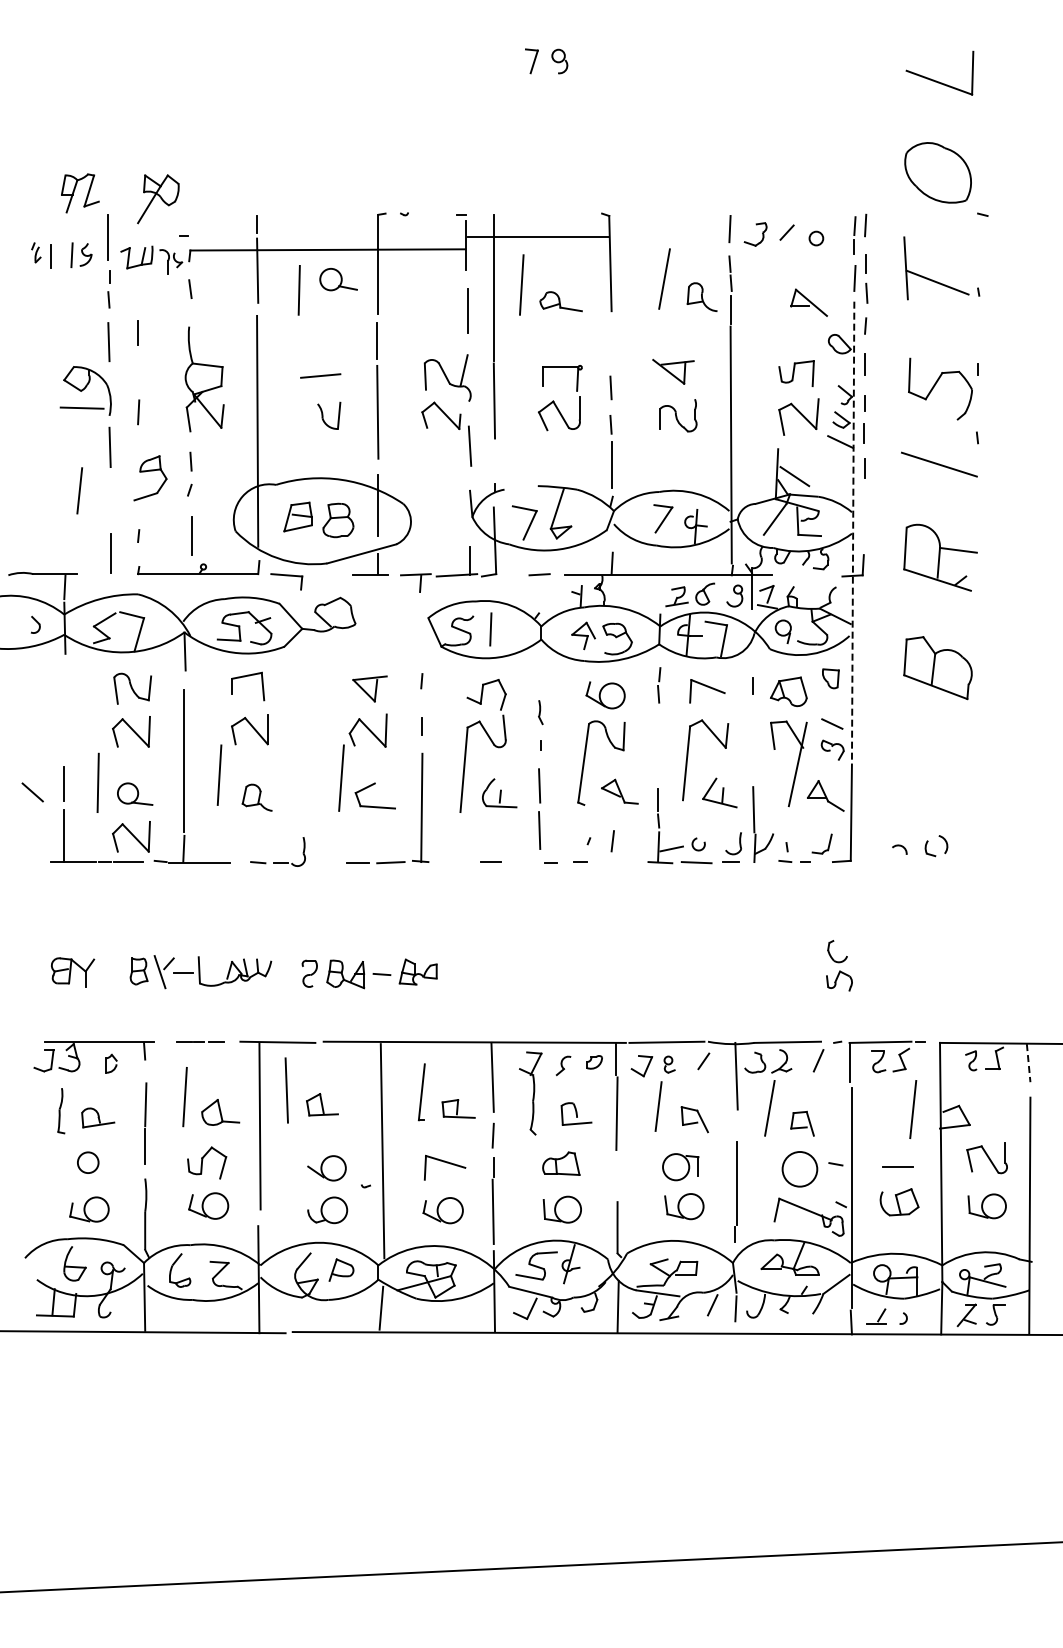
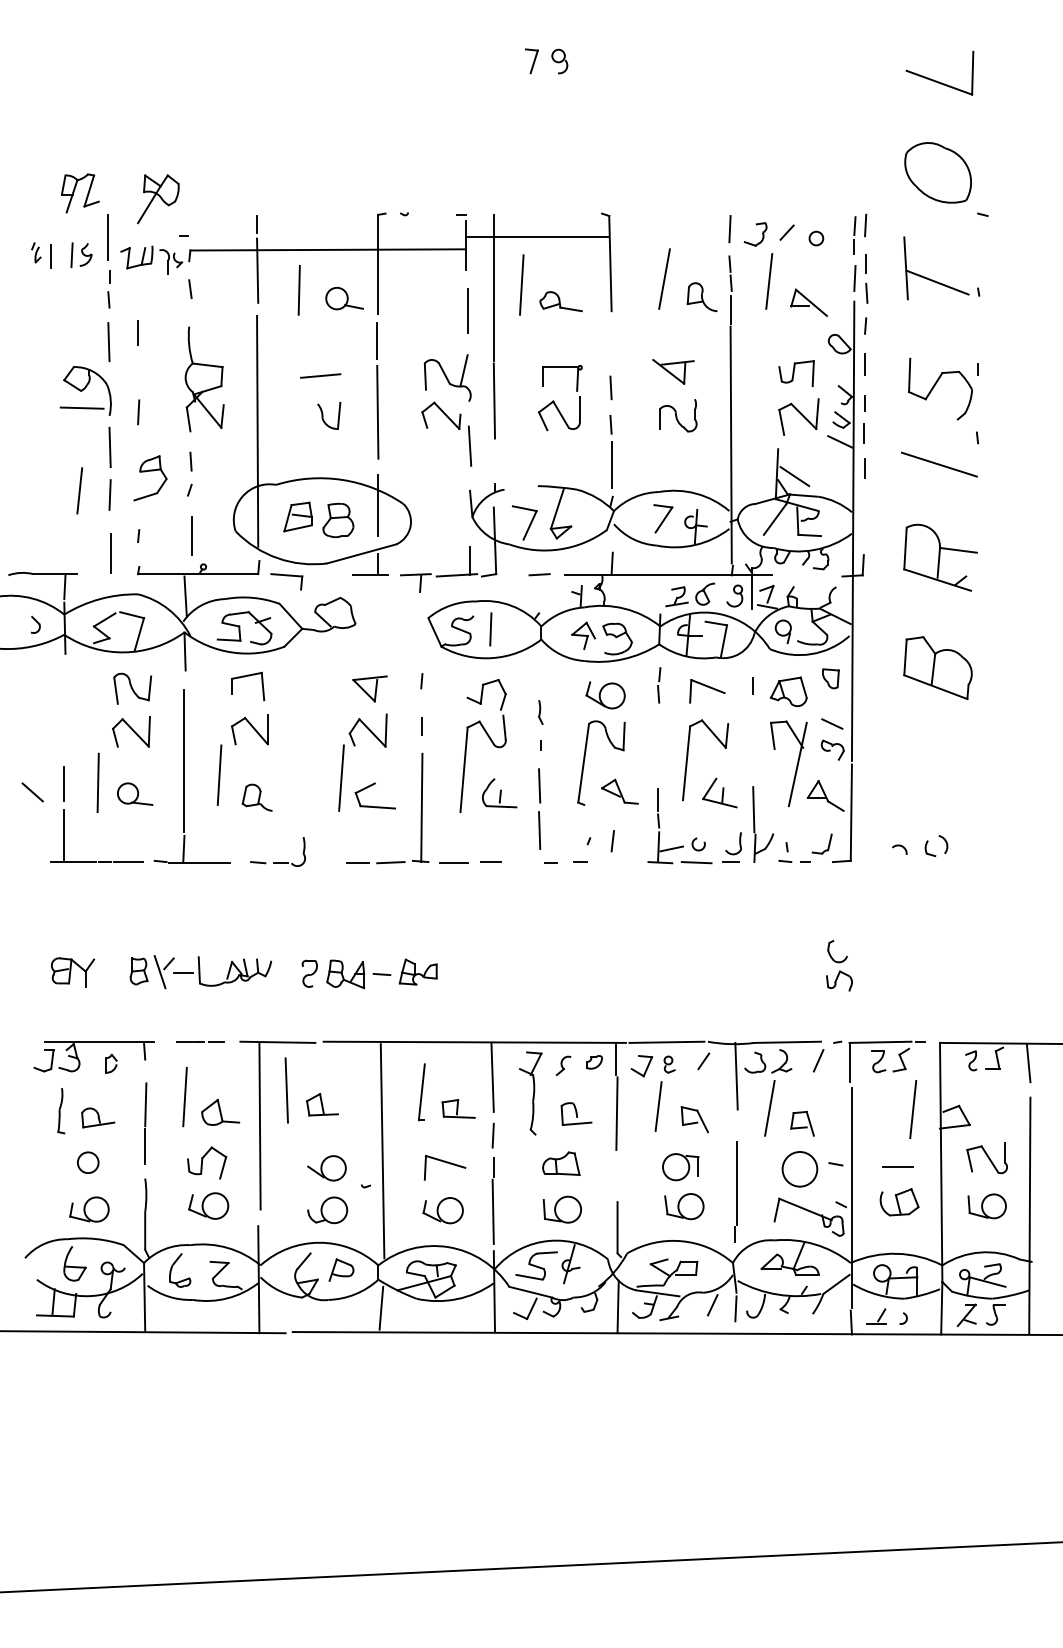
part at (338, 279) position: (338, 279) -> (344, 298)
line at (769, 281): none -> present
line at (109, 494): none -> present
line at (853, 531): dashed -> solid
line at (185, 596): none -> present
part at (131, 836): present -> none
line at (453, 863): none -> present
line at (1028, 1063): dashed -> solid
